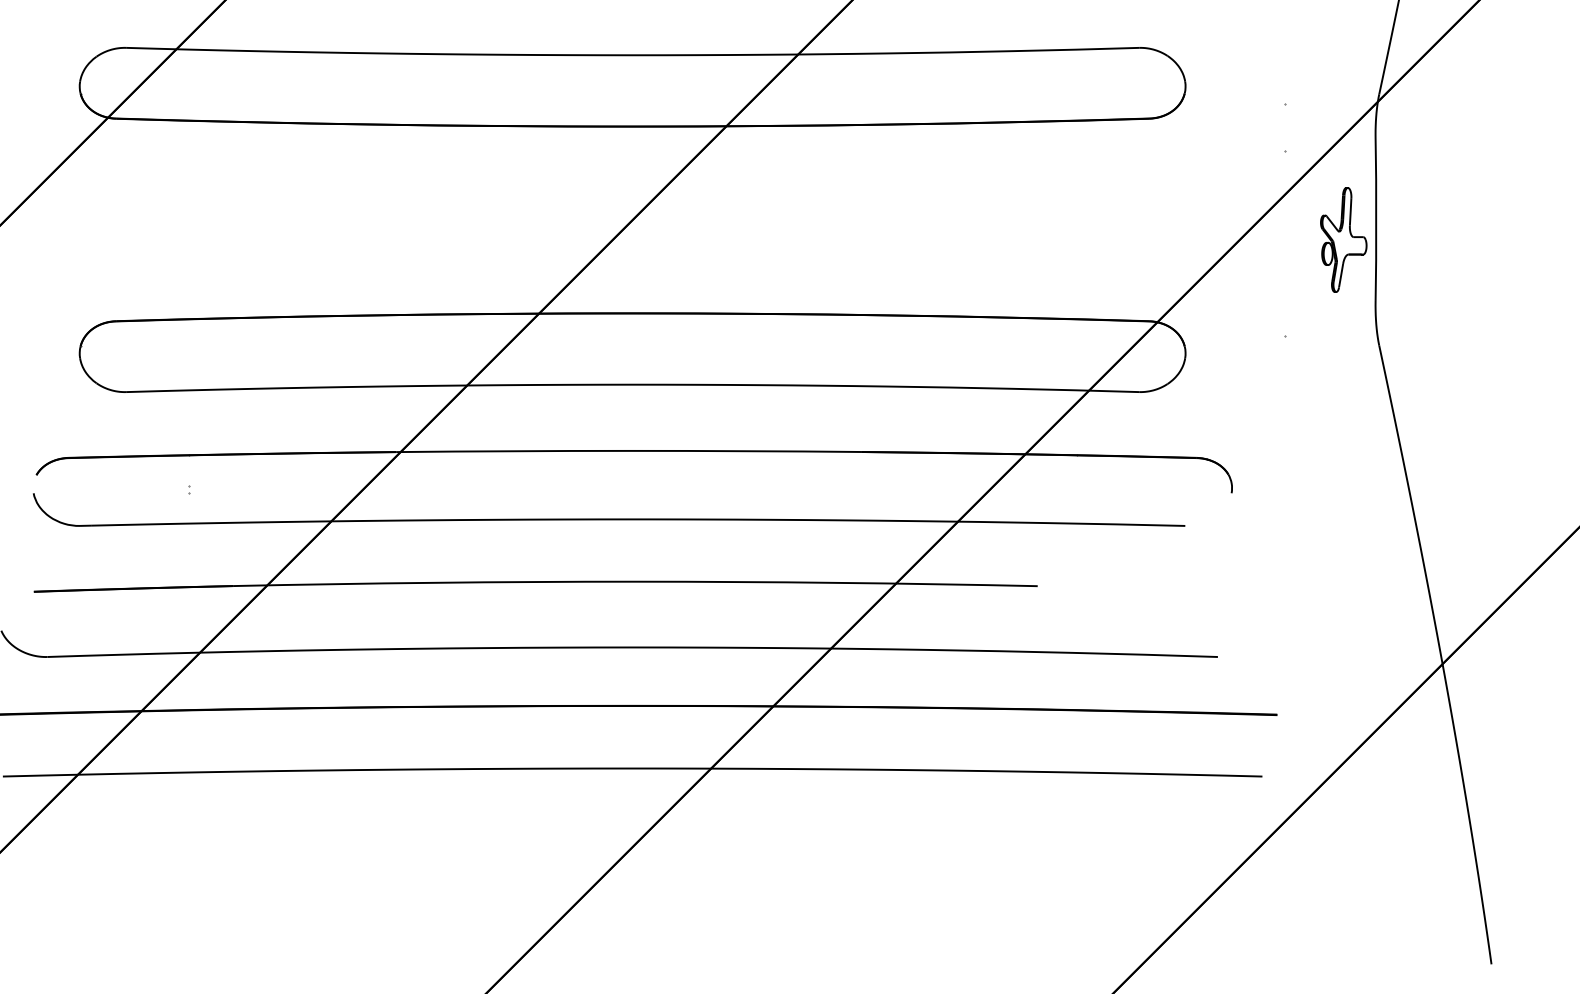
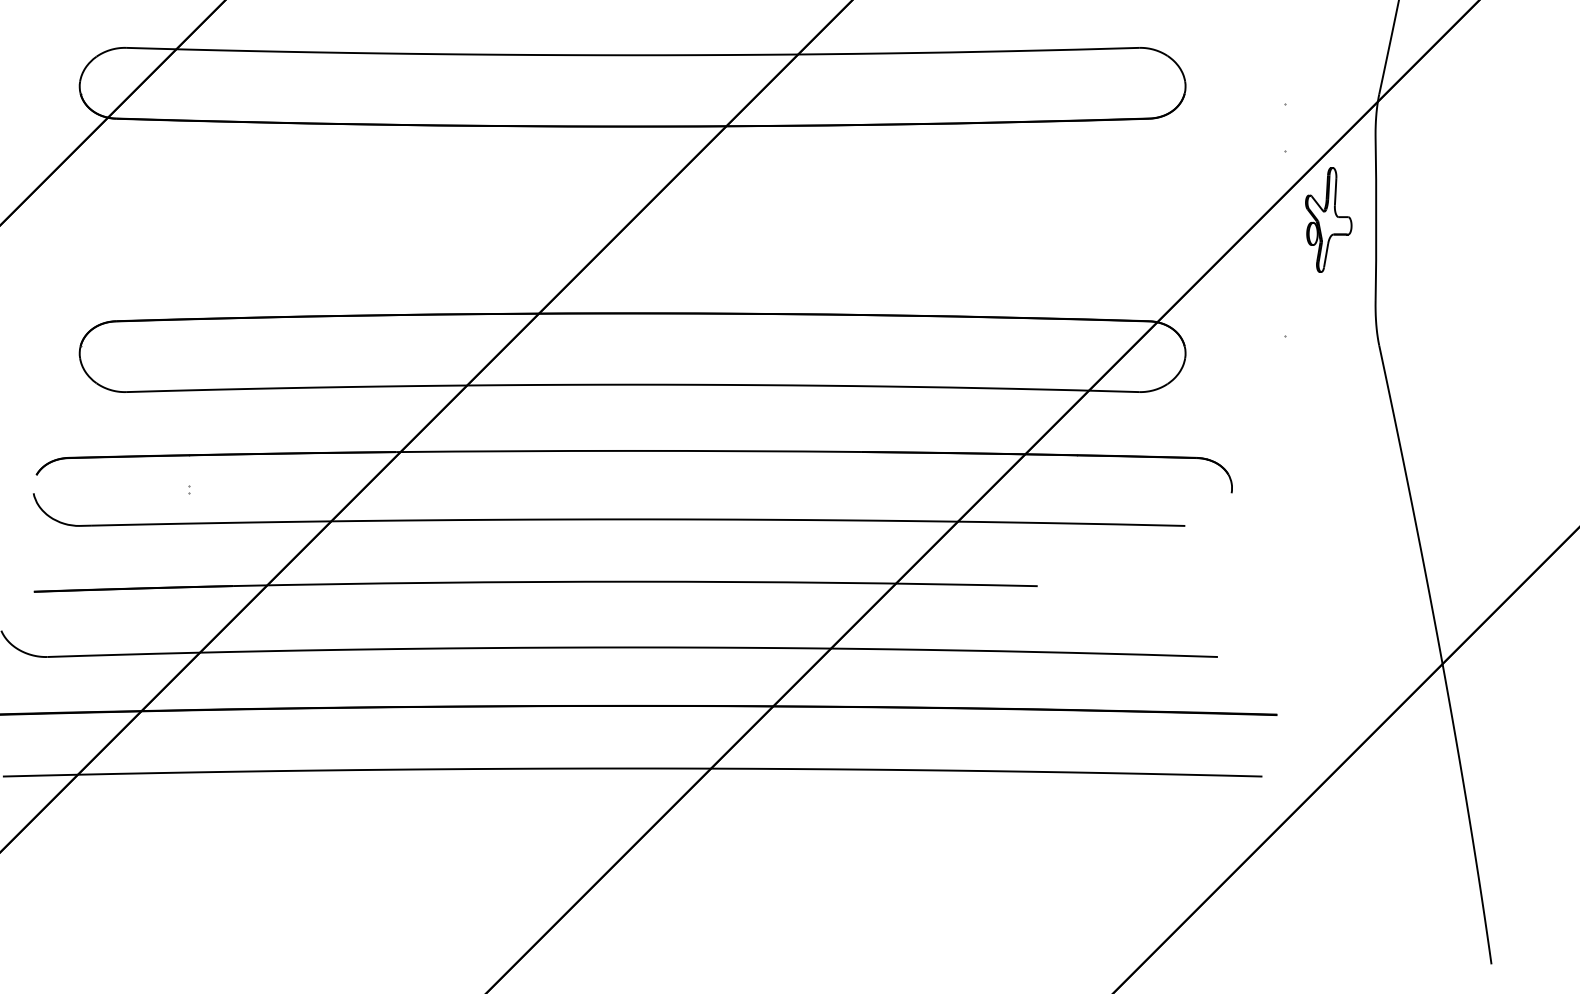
part at (1343, 239) position: (1343, 239) -> (1328, 219)
